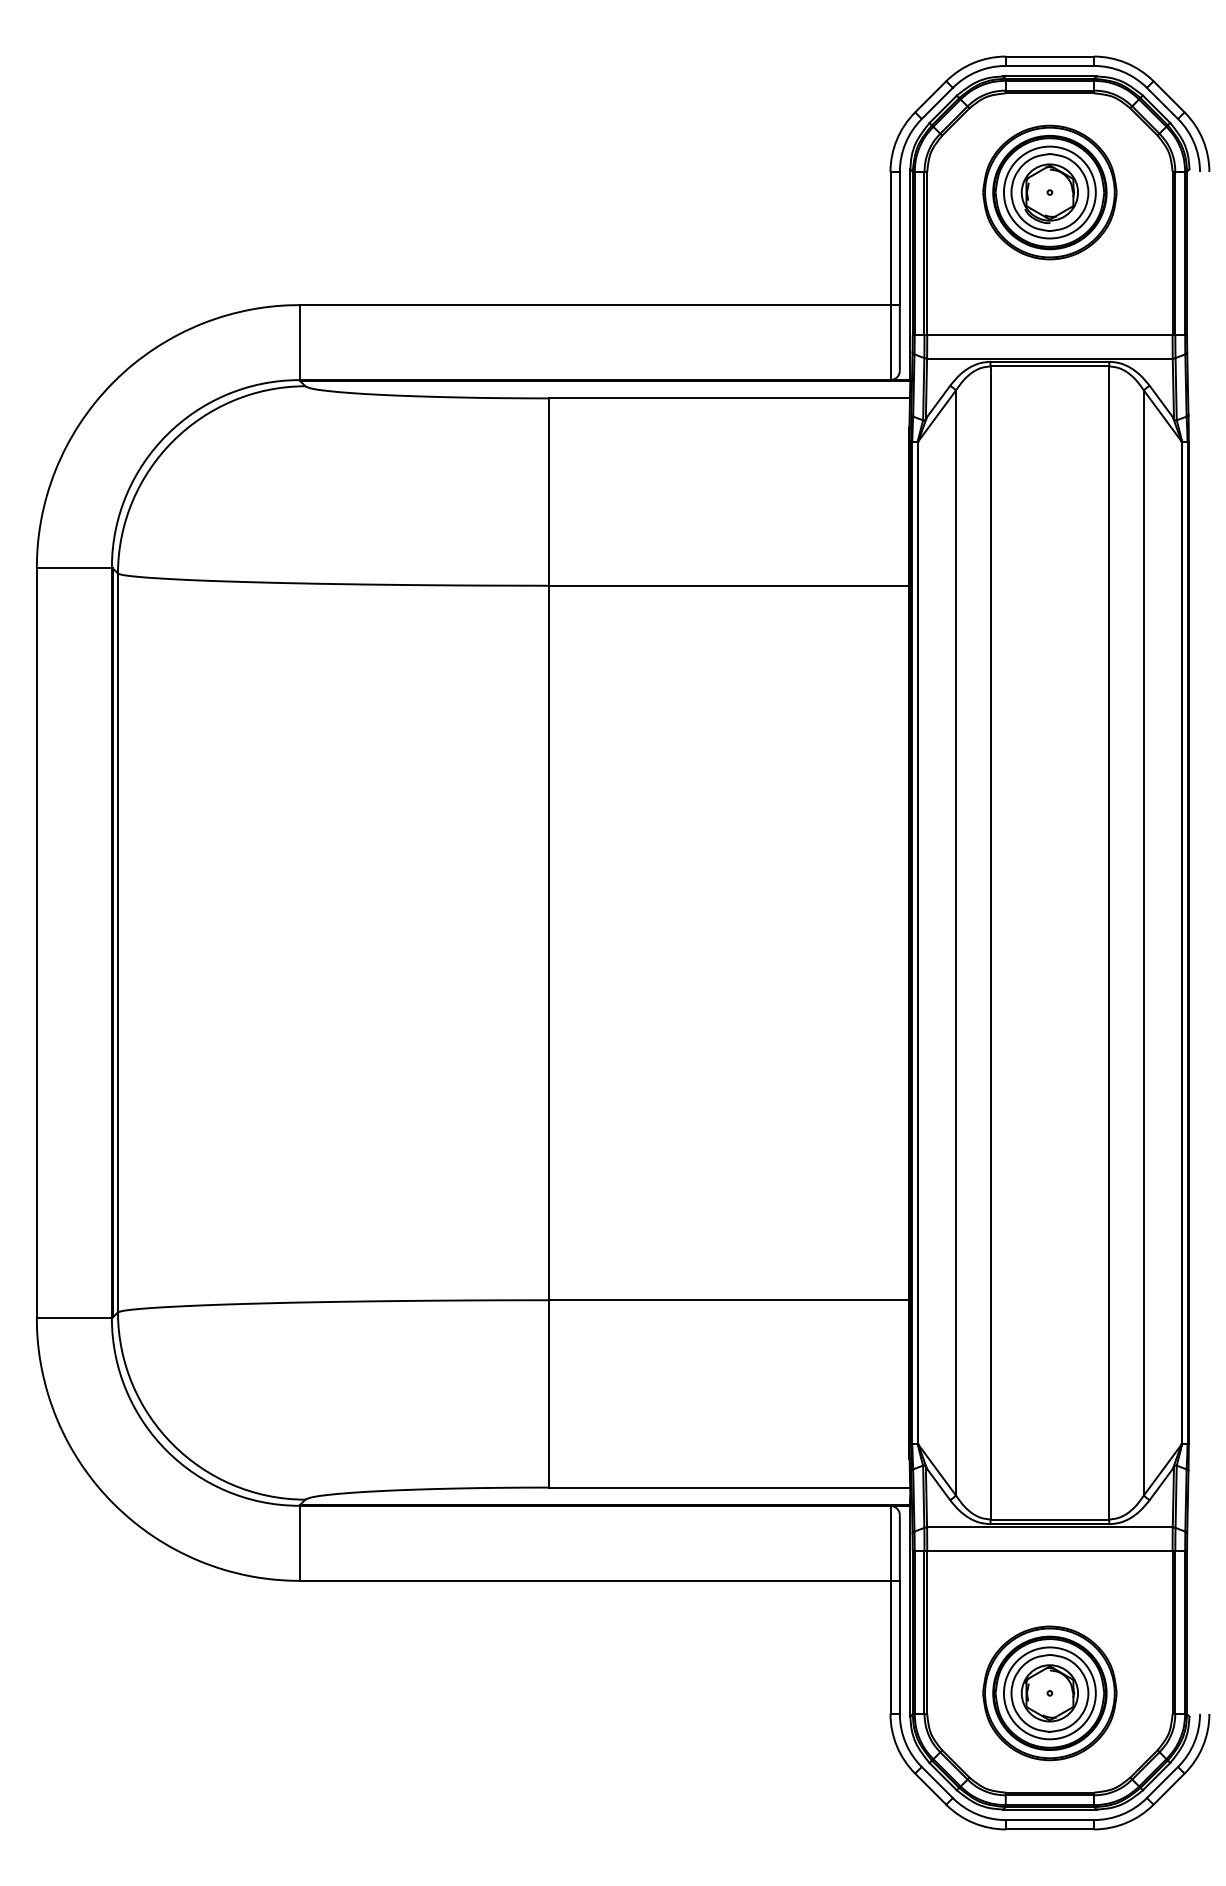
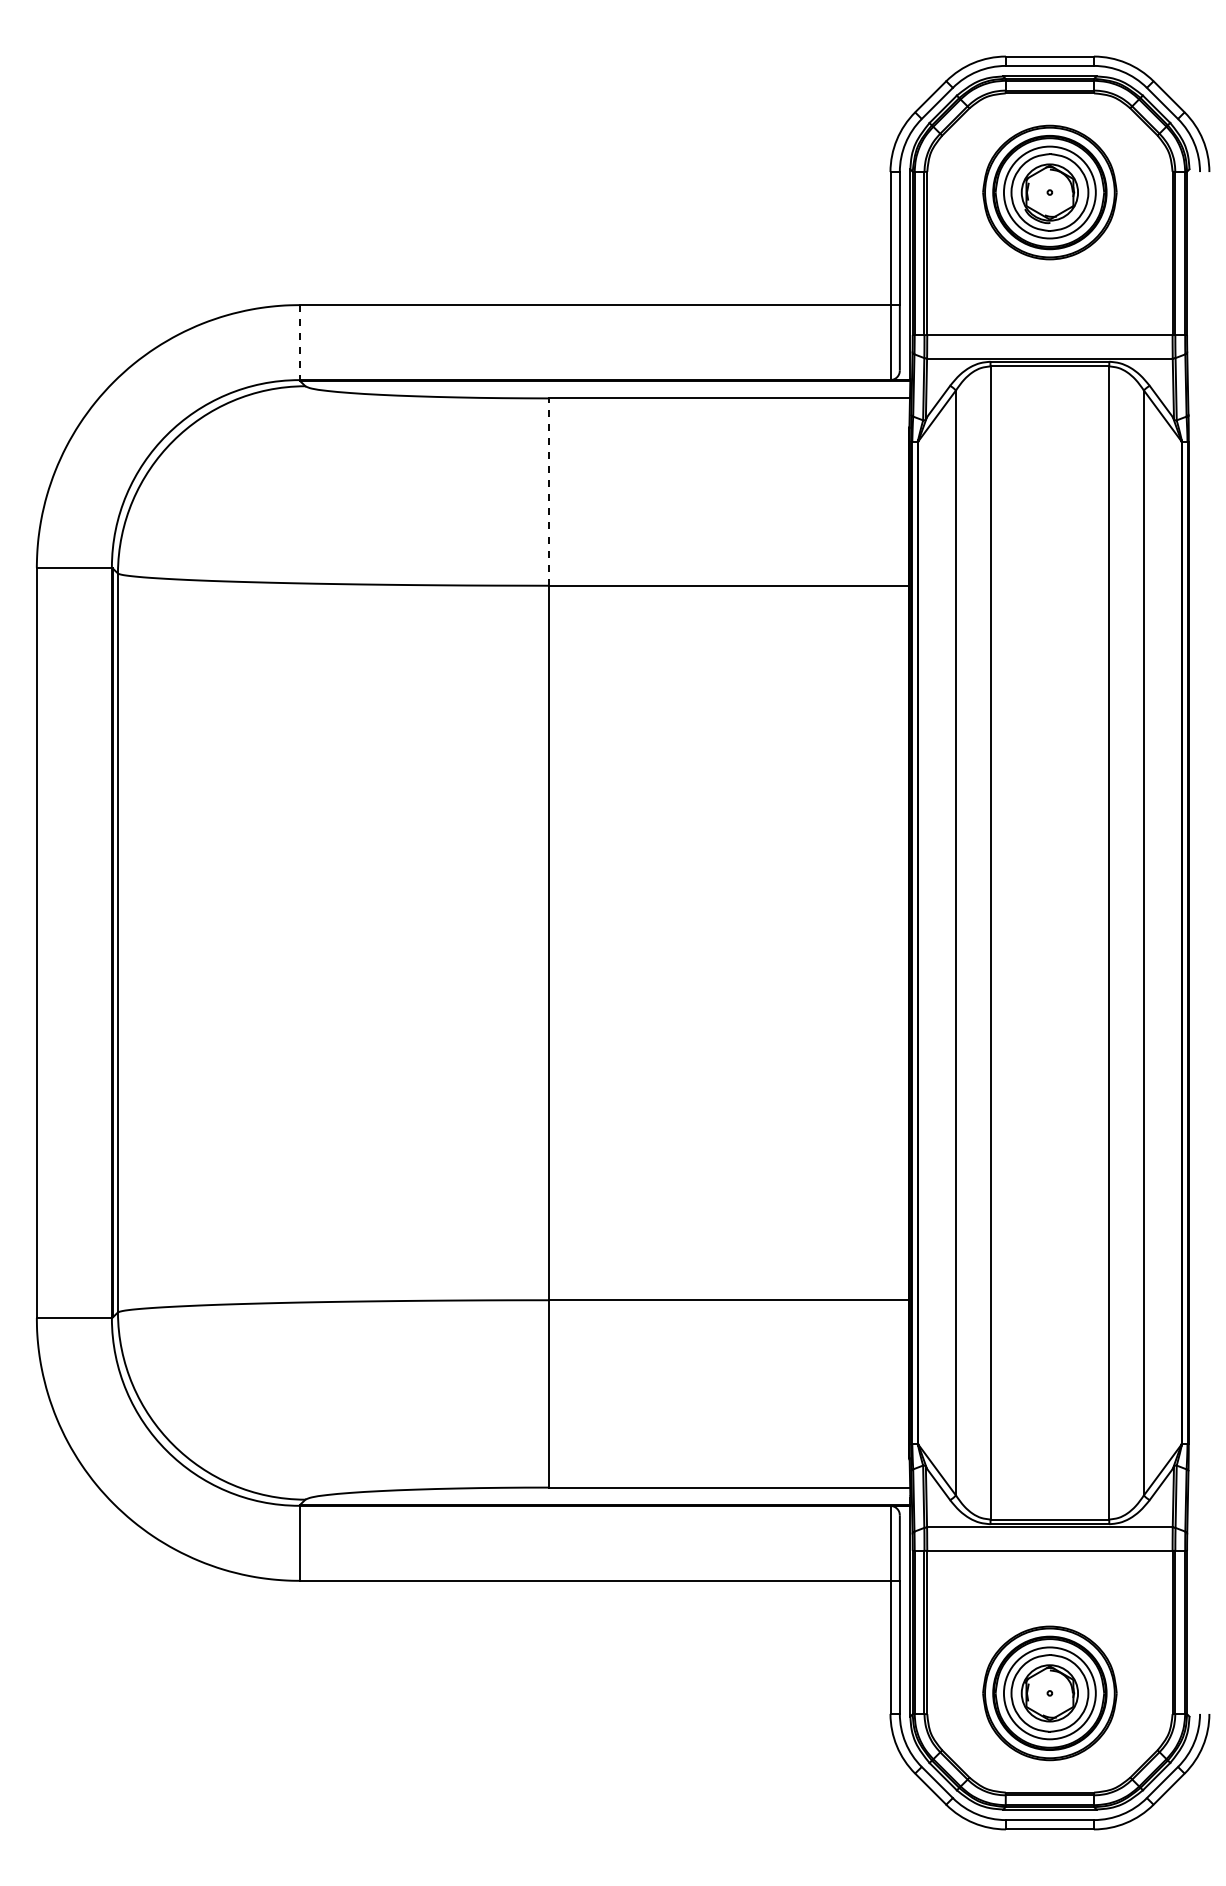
line at (299, 342): solid -> dashed
line at (548, 492): solid -> dashed
